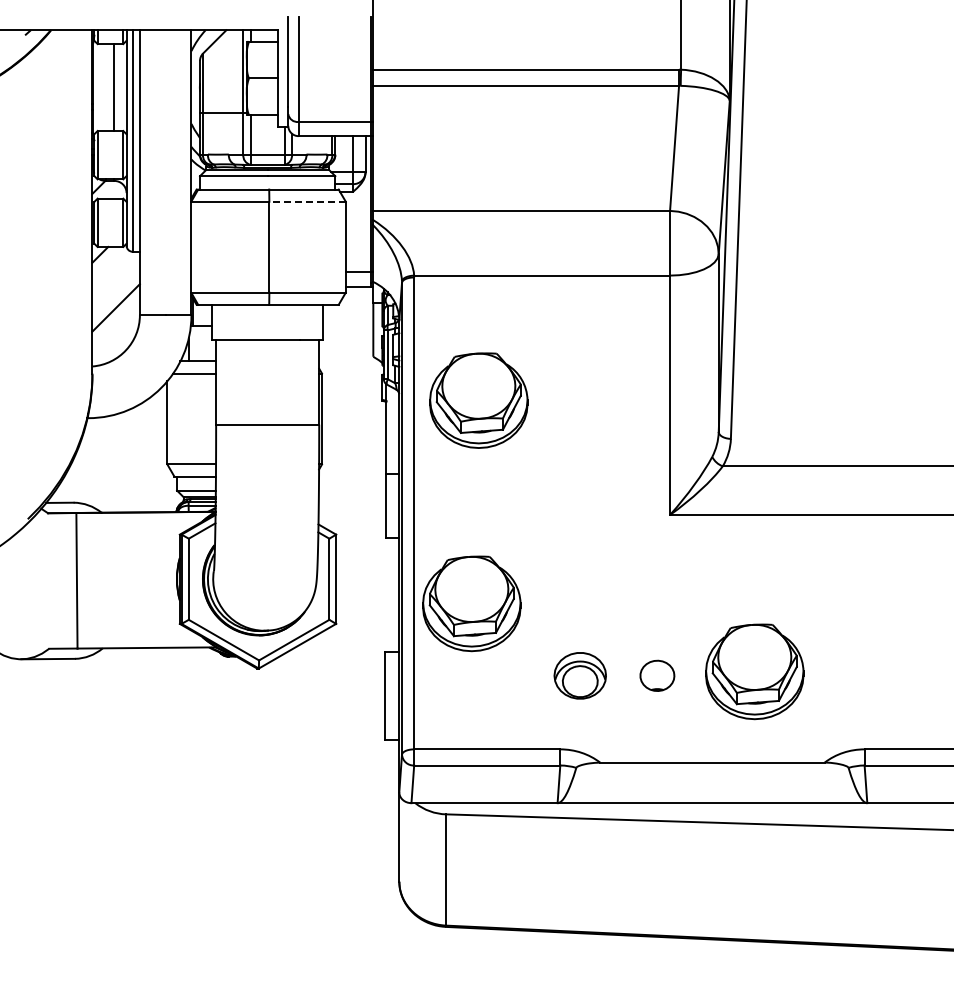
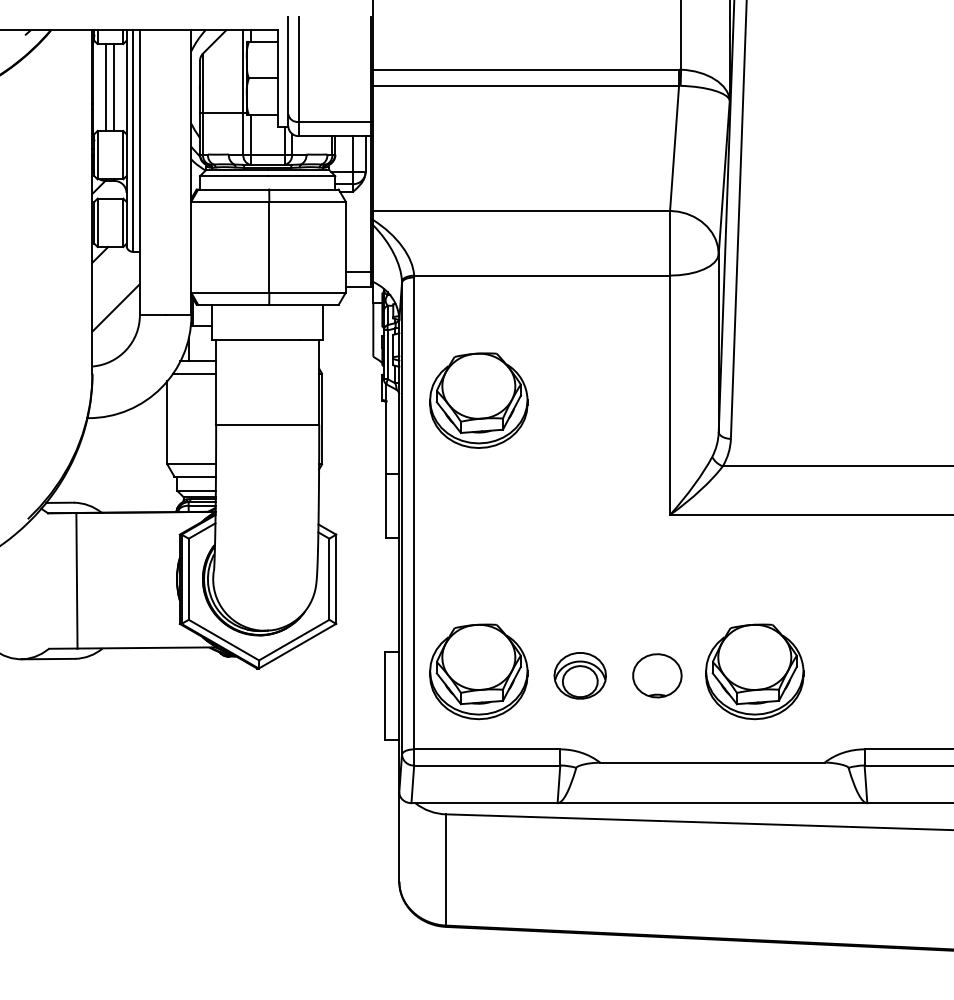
line at (105, 87): none -> present
line at (307, 201): dashed -> solid
part at (471, 603) position: (471, 603) -> (478, 671)
part at (657, 675) size: 37x33 px -> 51x46 px
